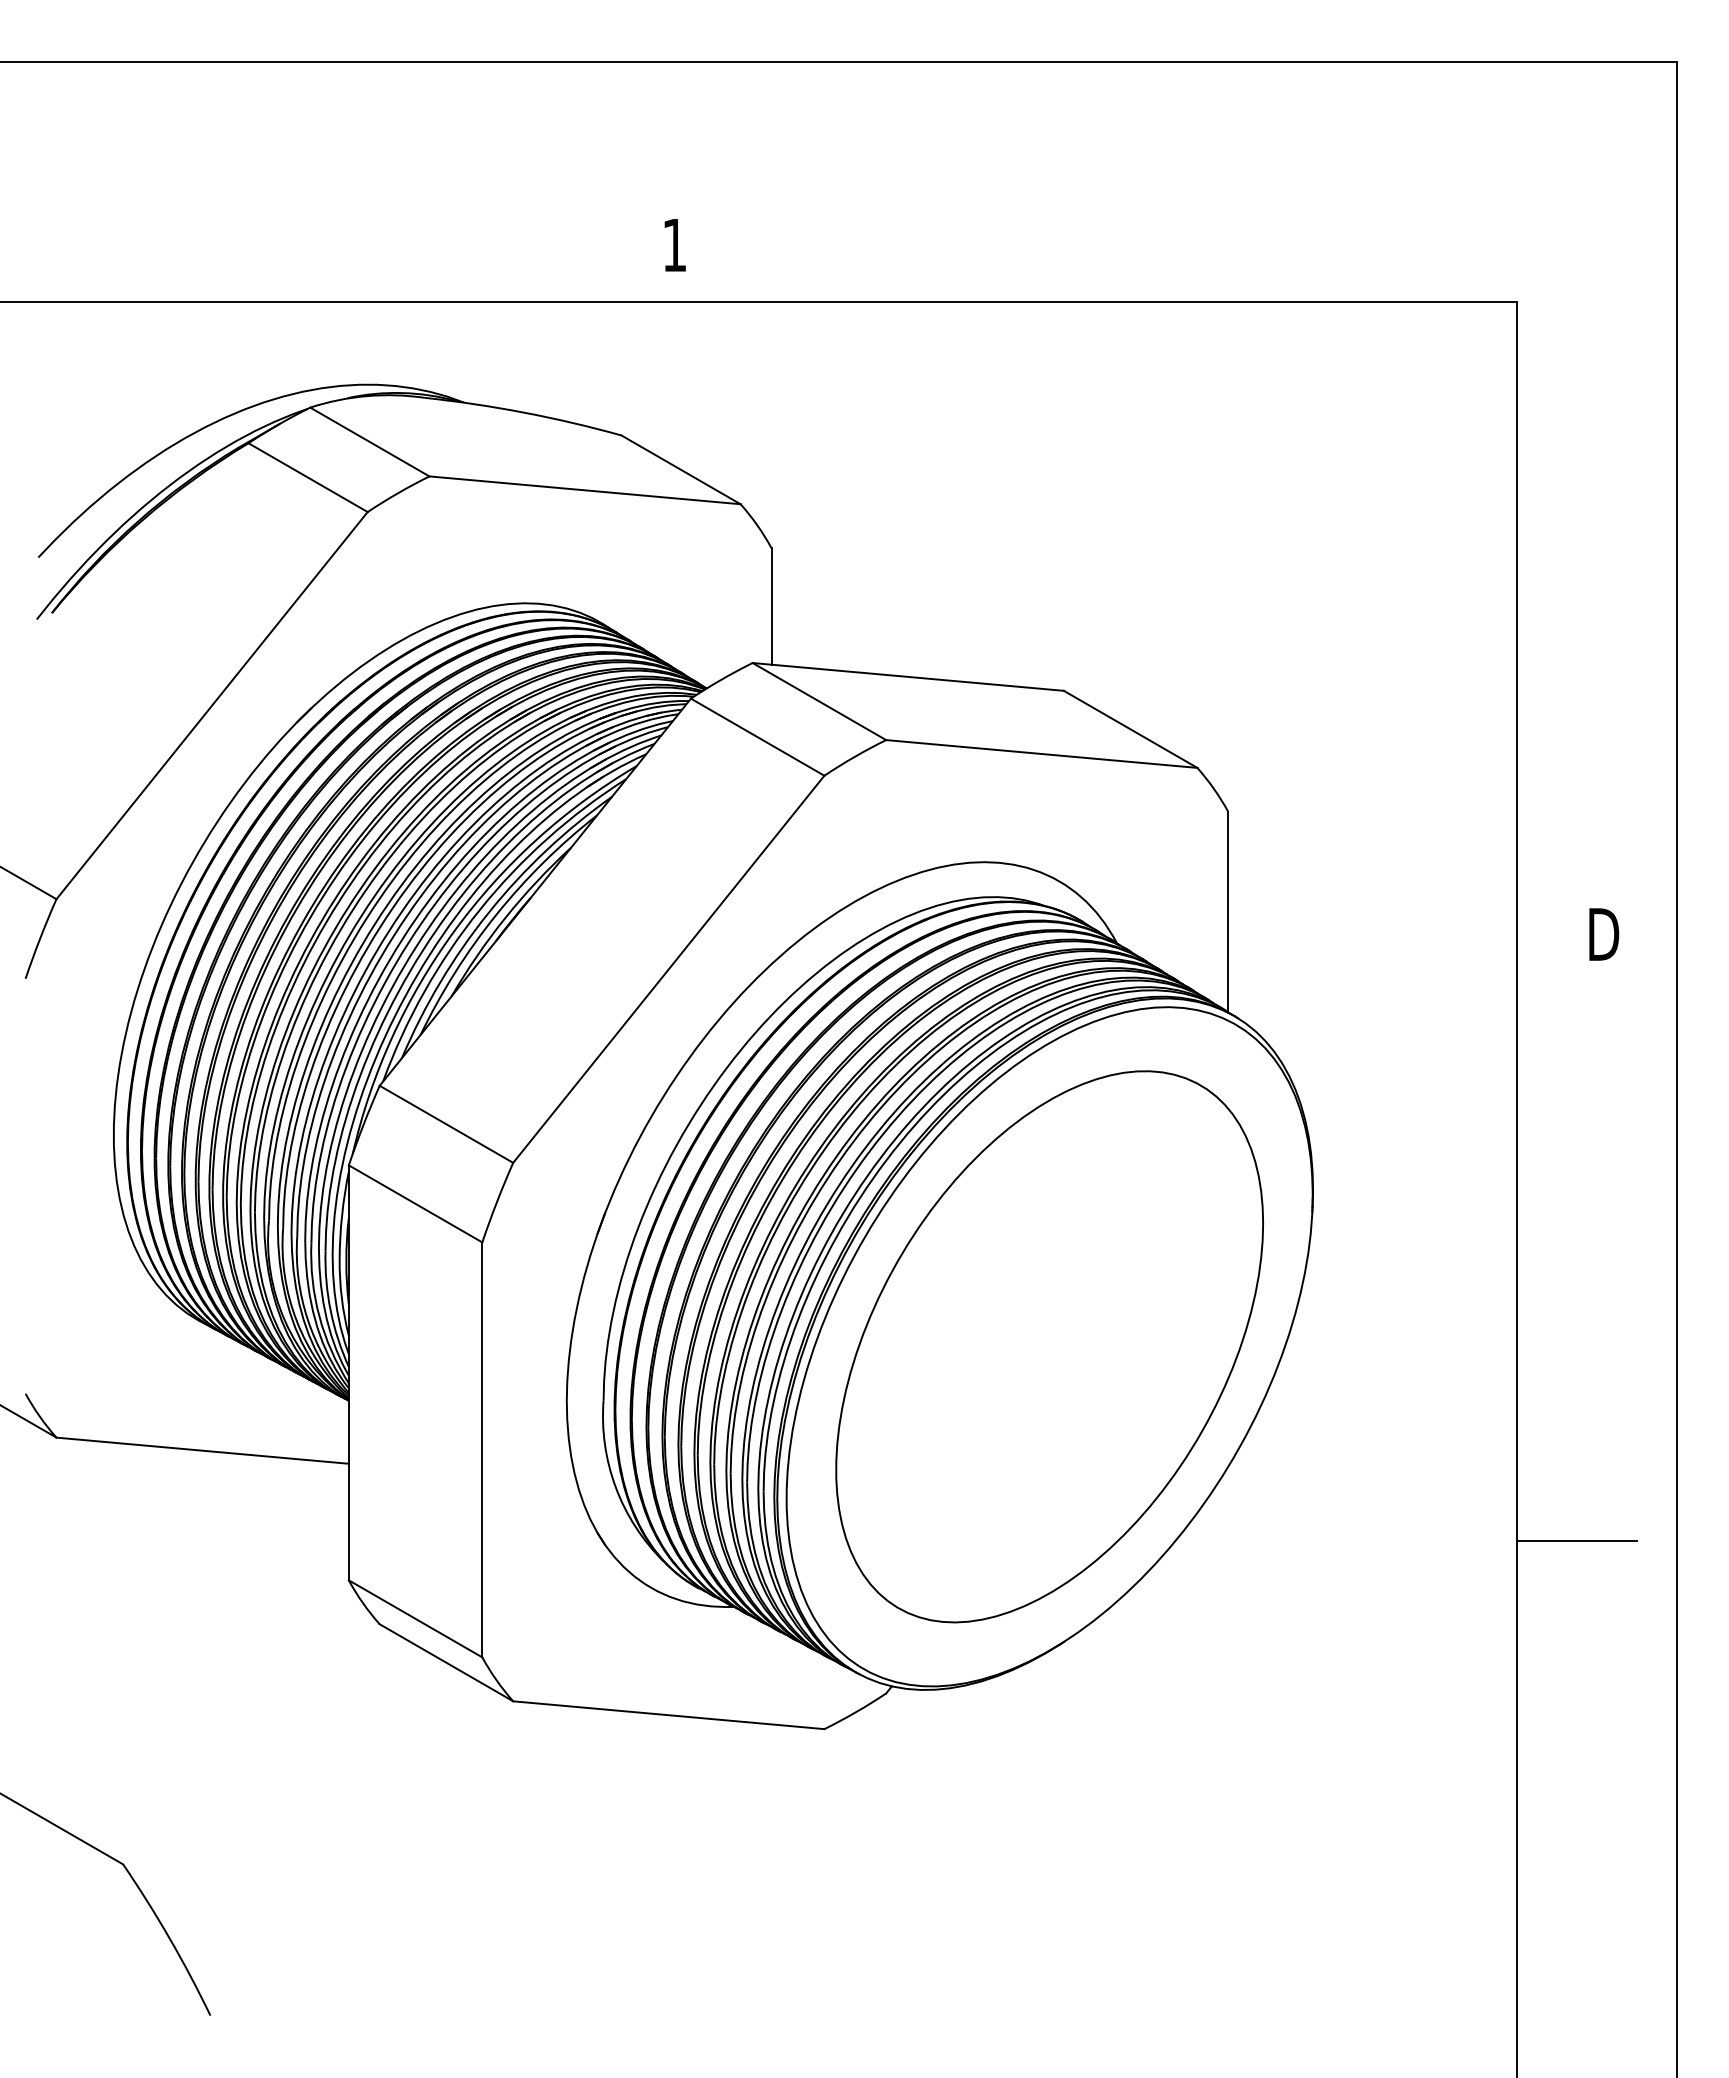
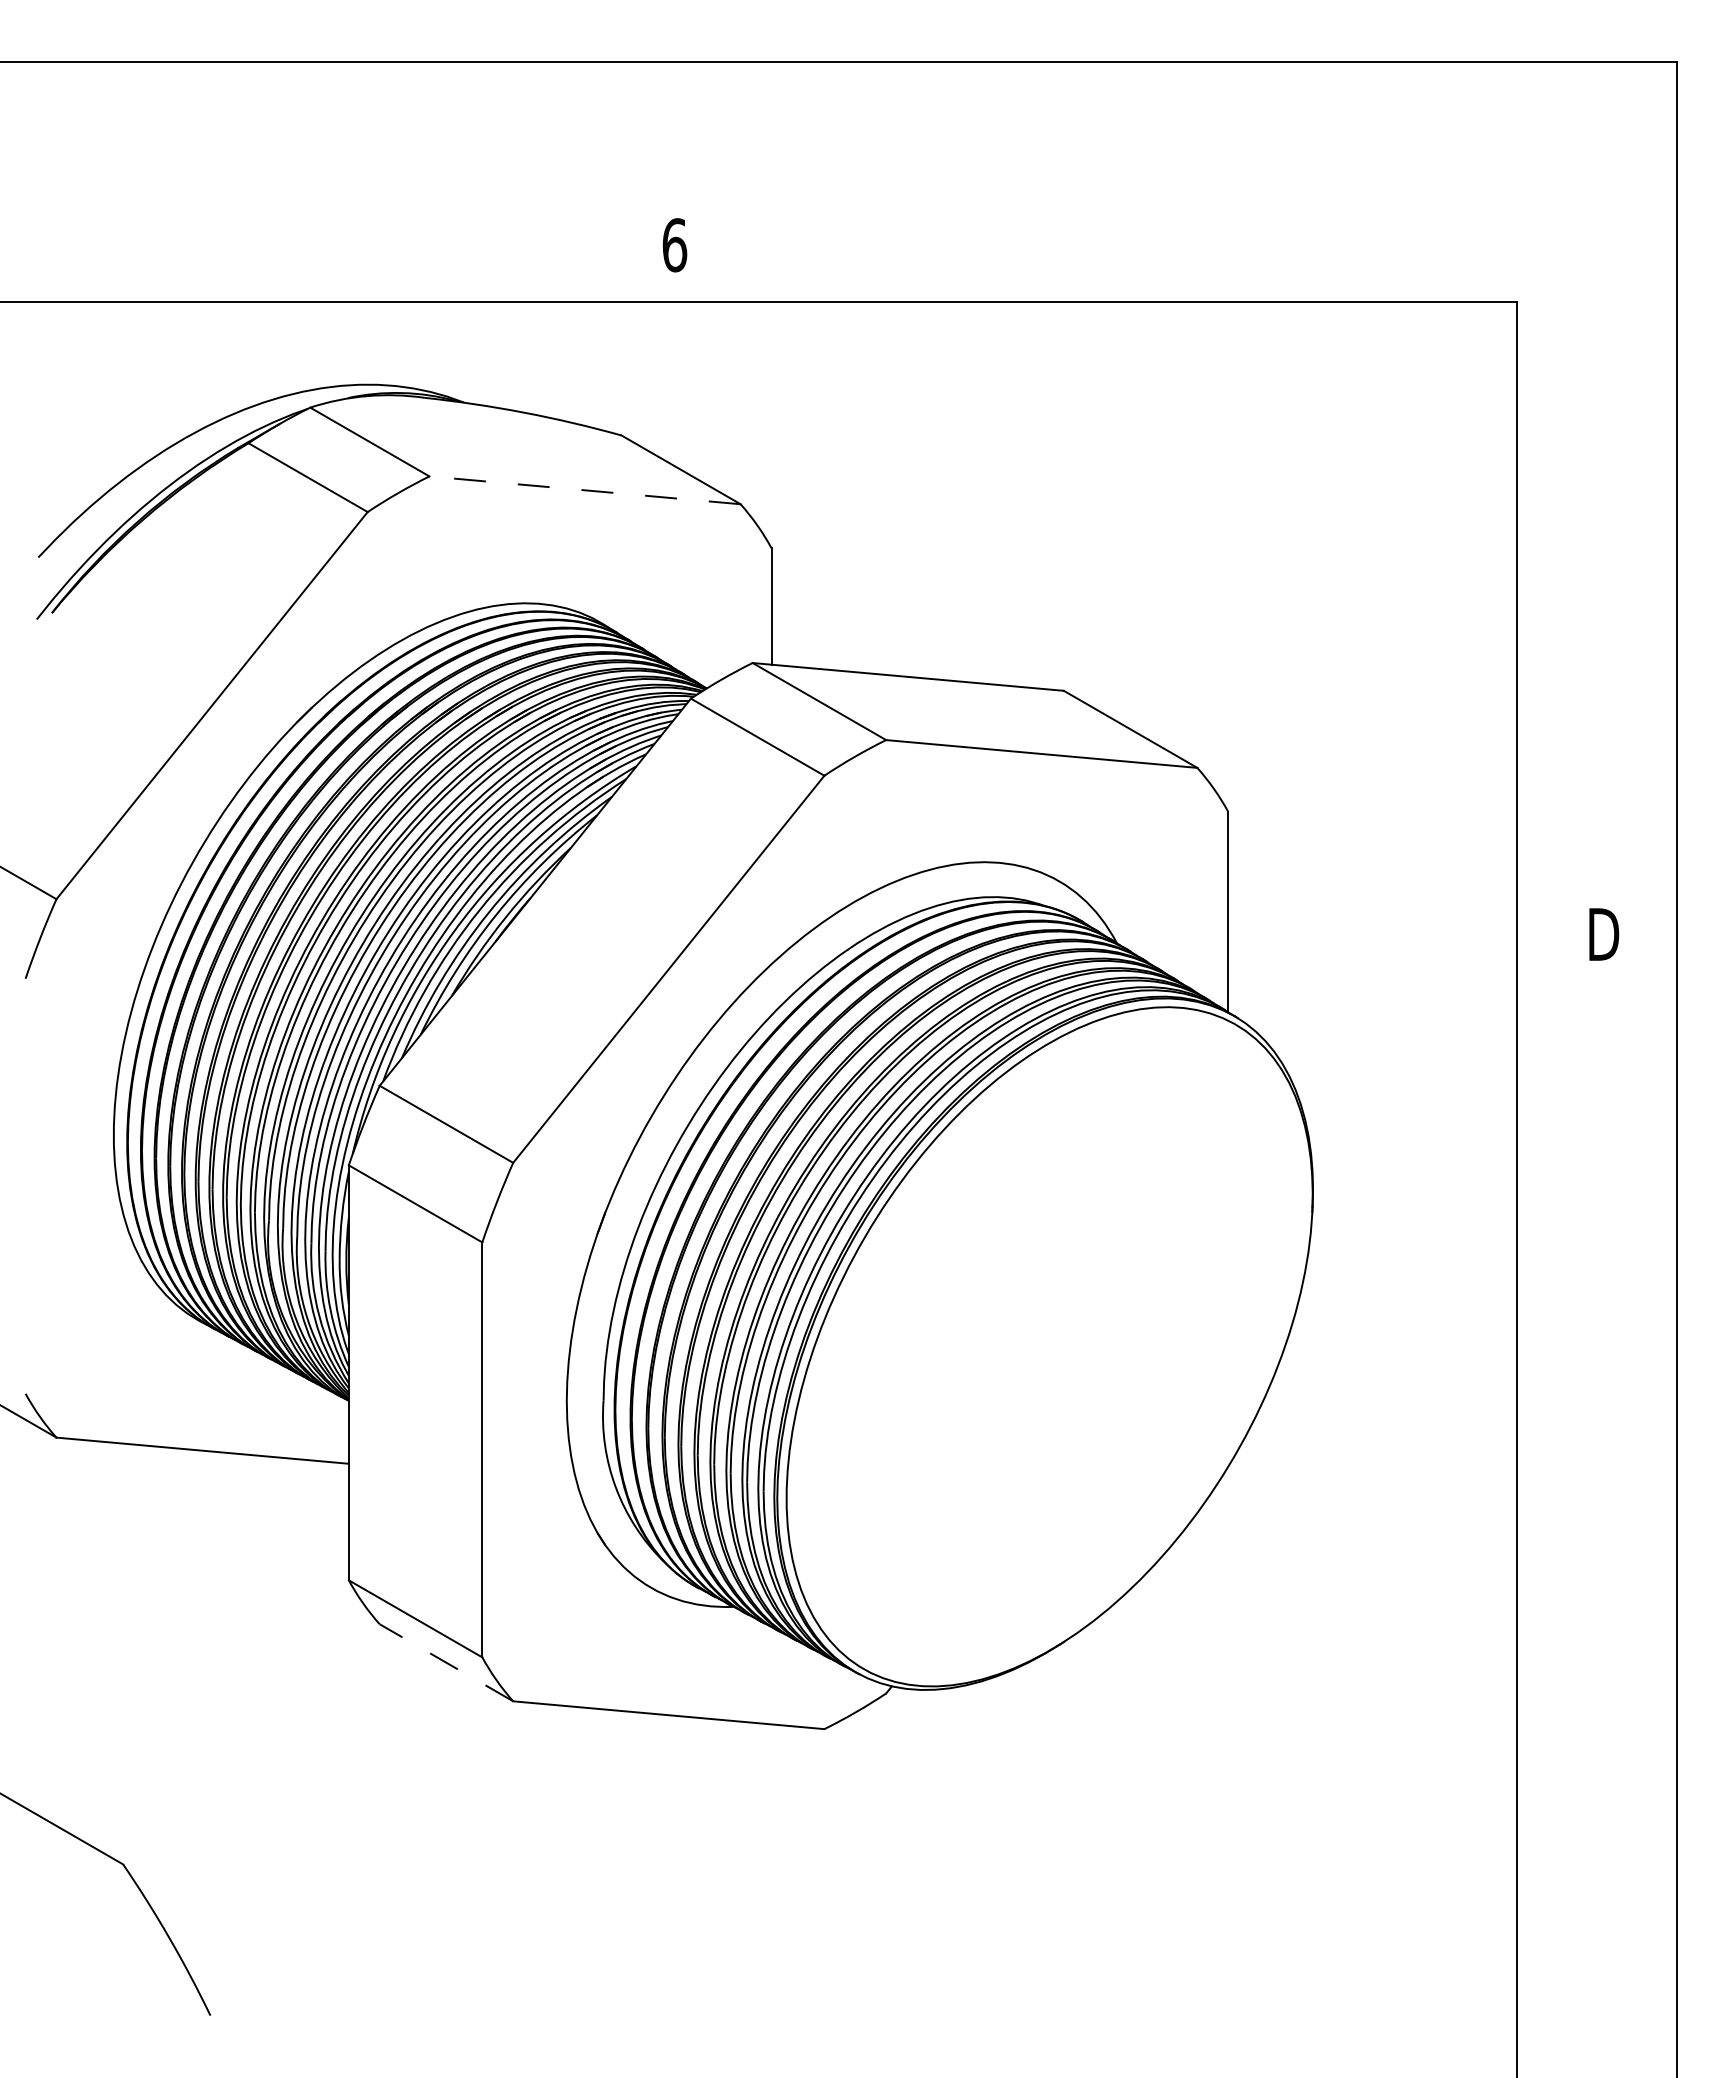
text at (674, 245): 1 -> 6
line at (584, 490): solid -> dashed
part at (1049, 1346): present -> none
line at (1577, 1540): present -> none
line at (446, 1662): solid -> dashed
